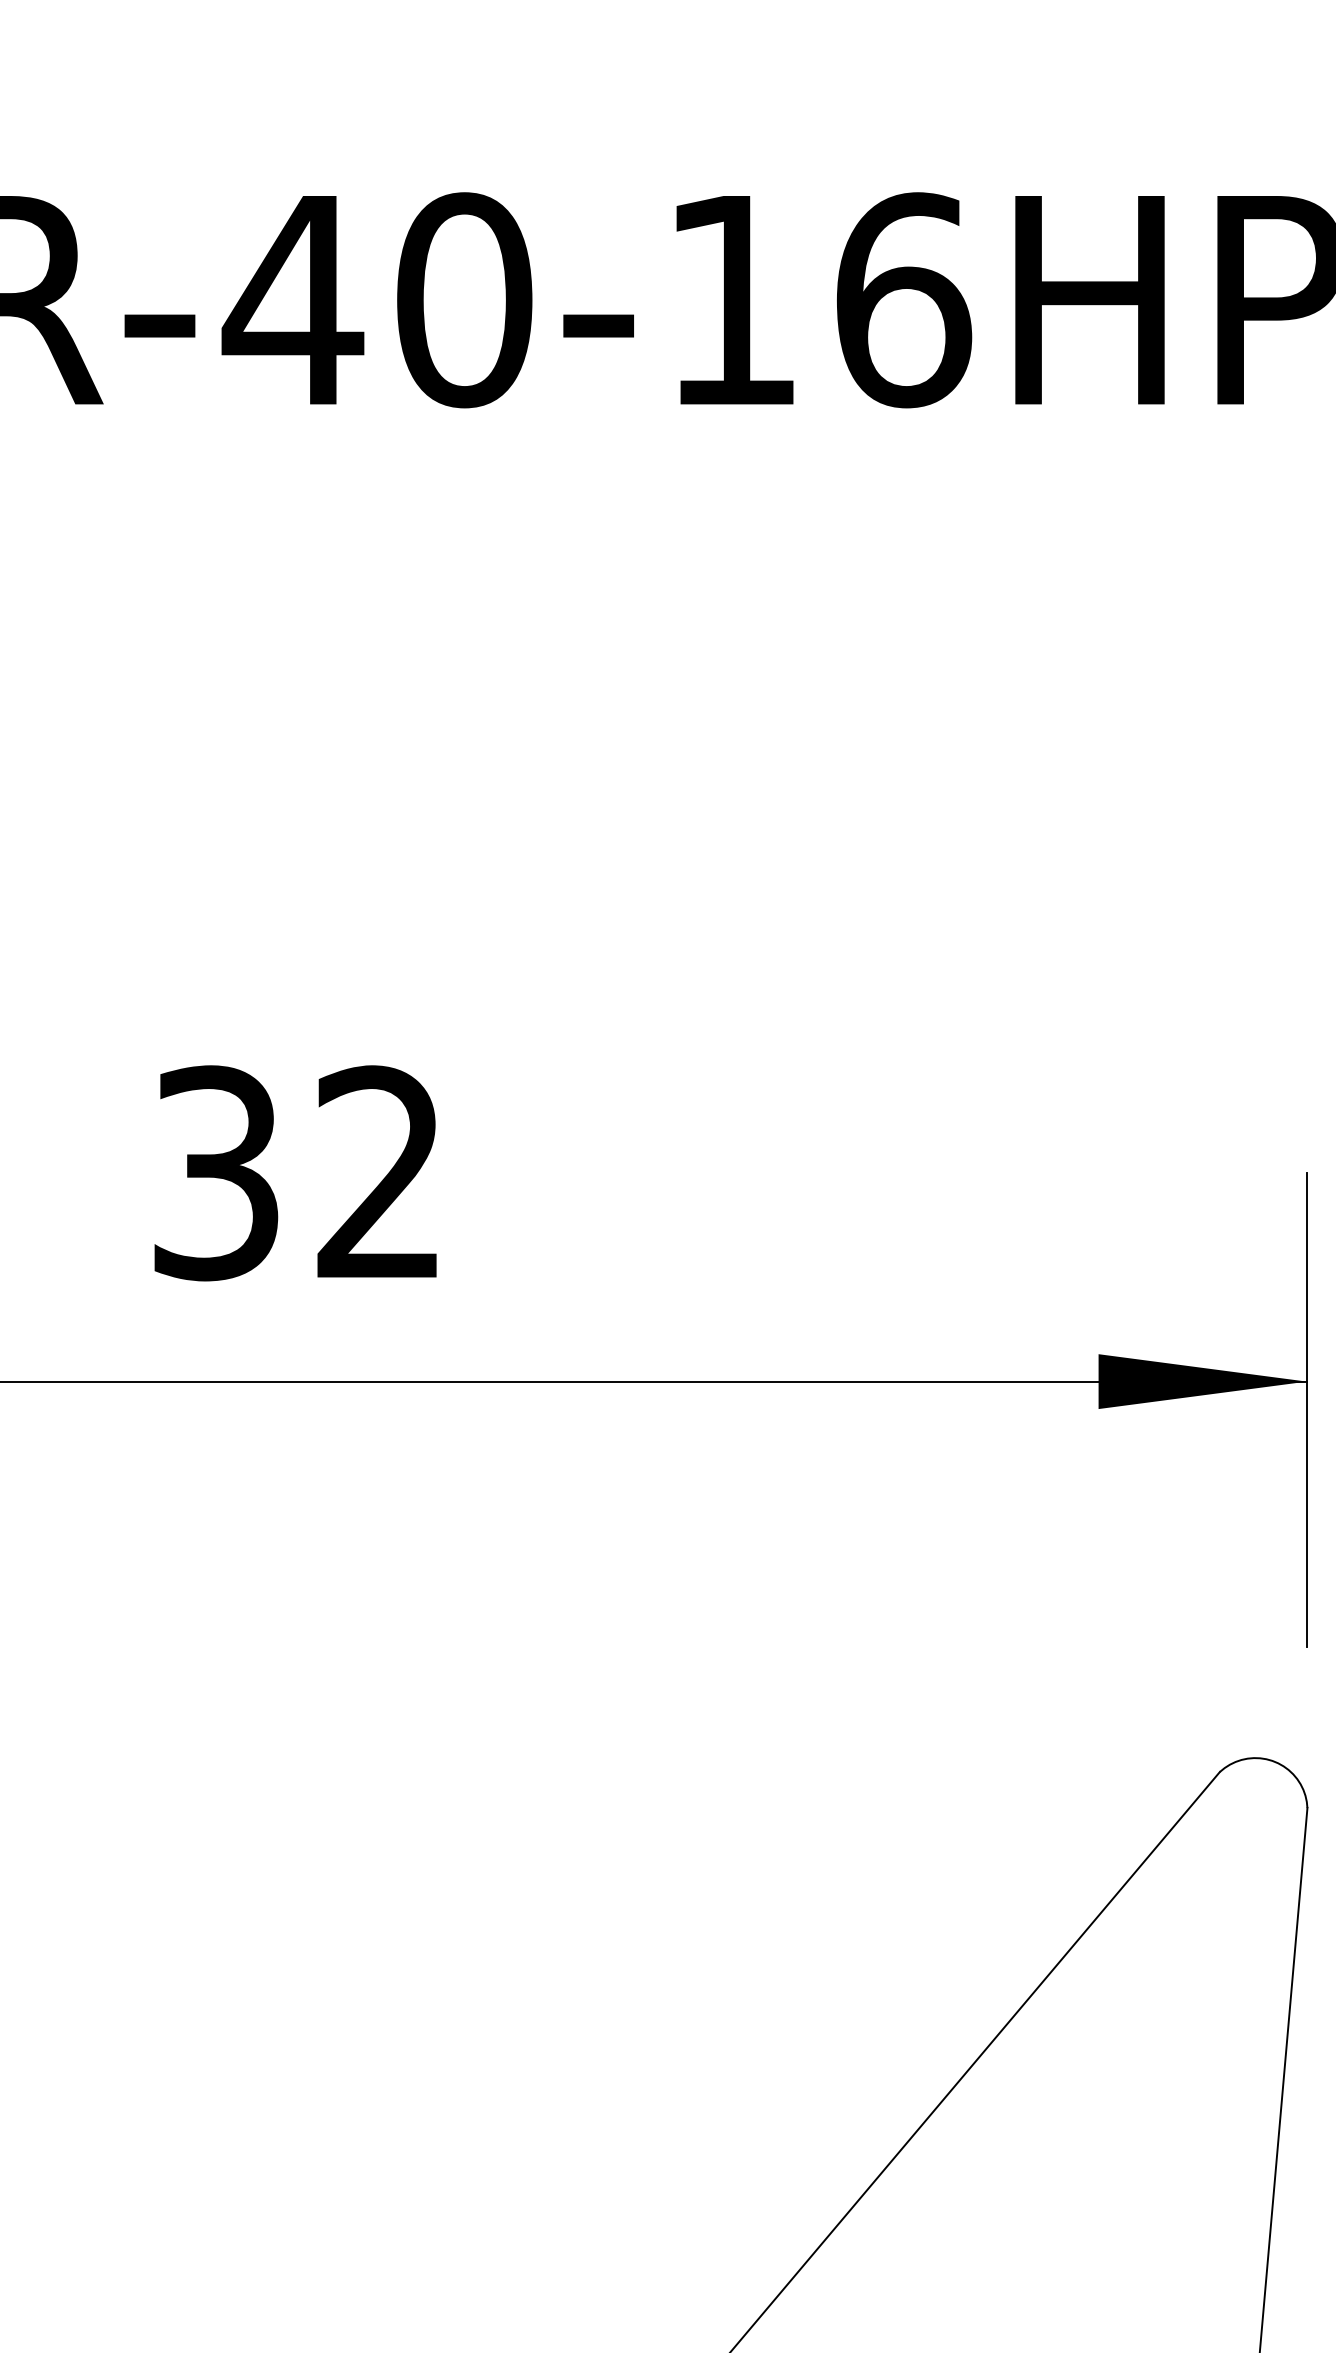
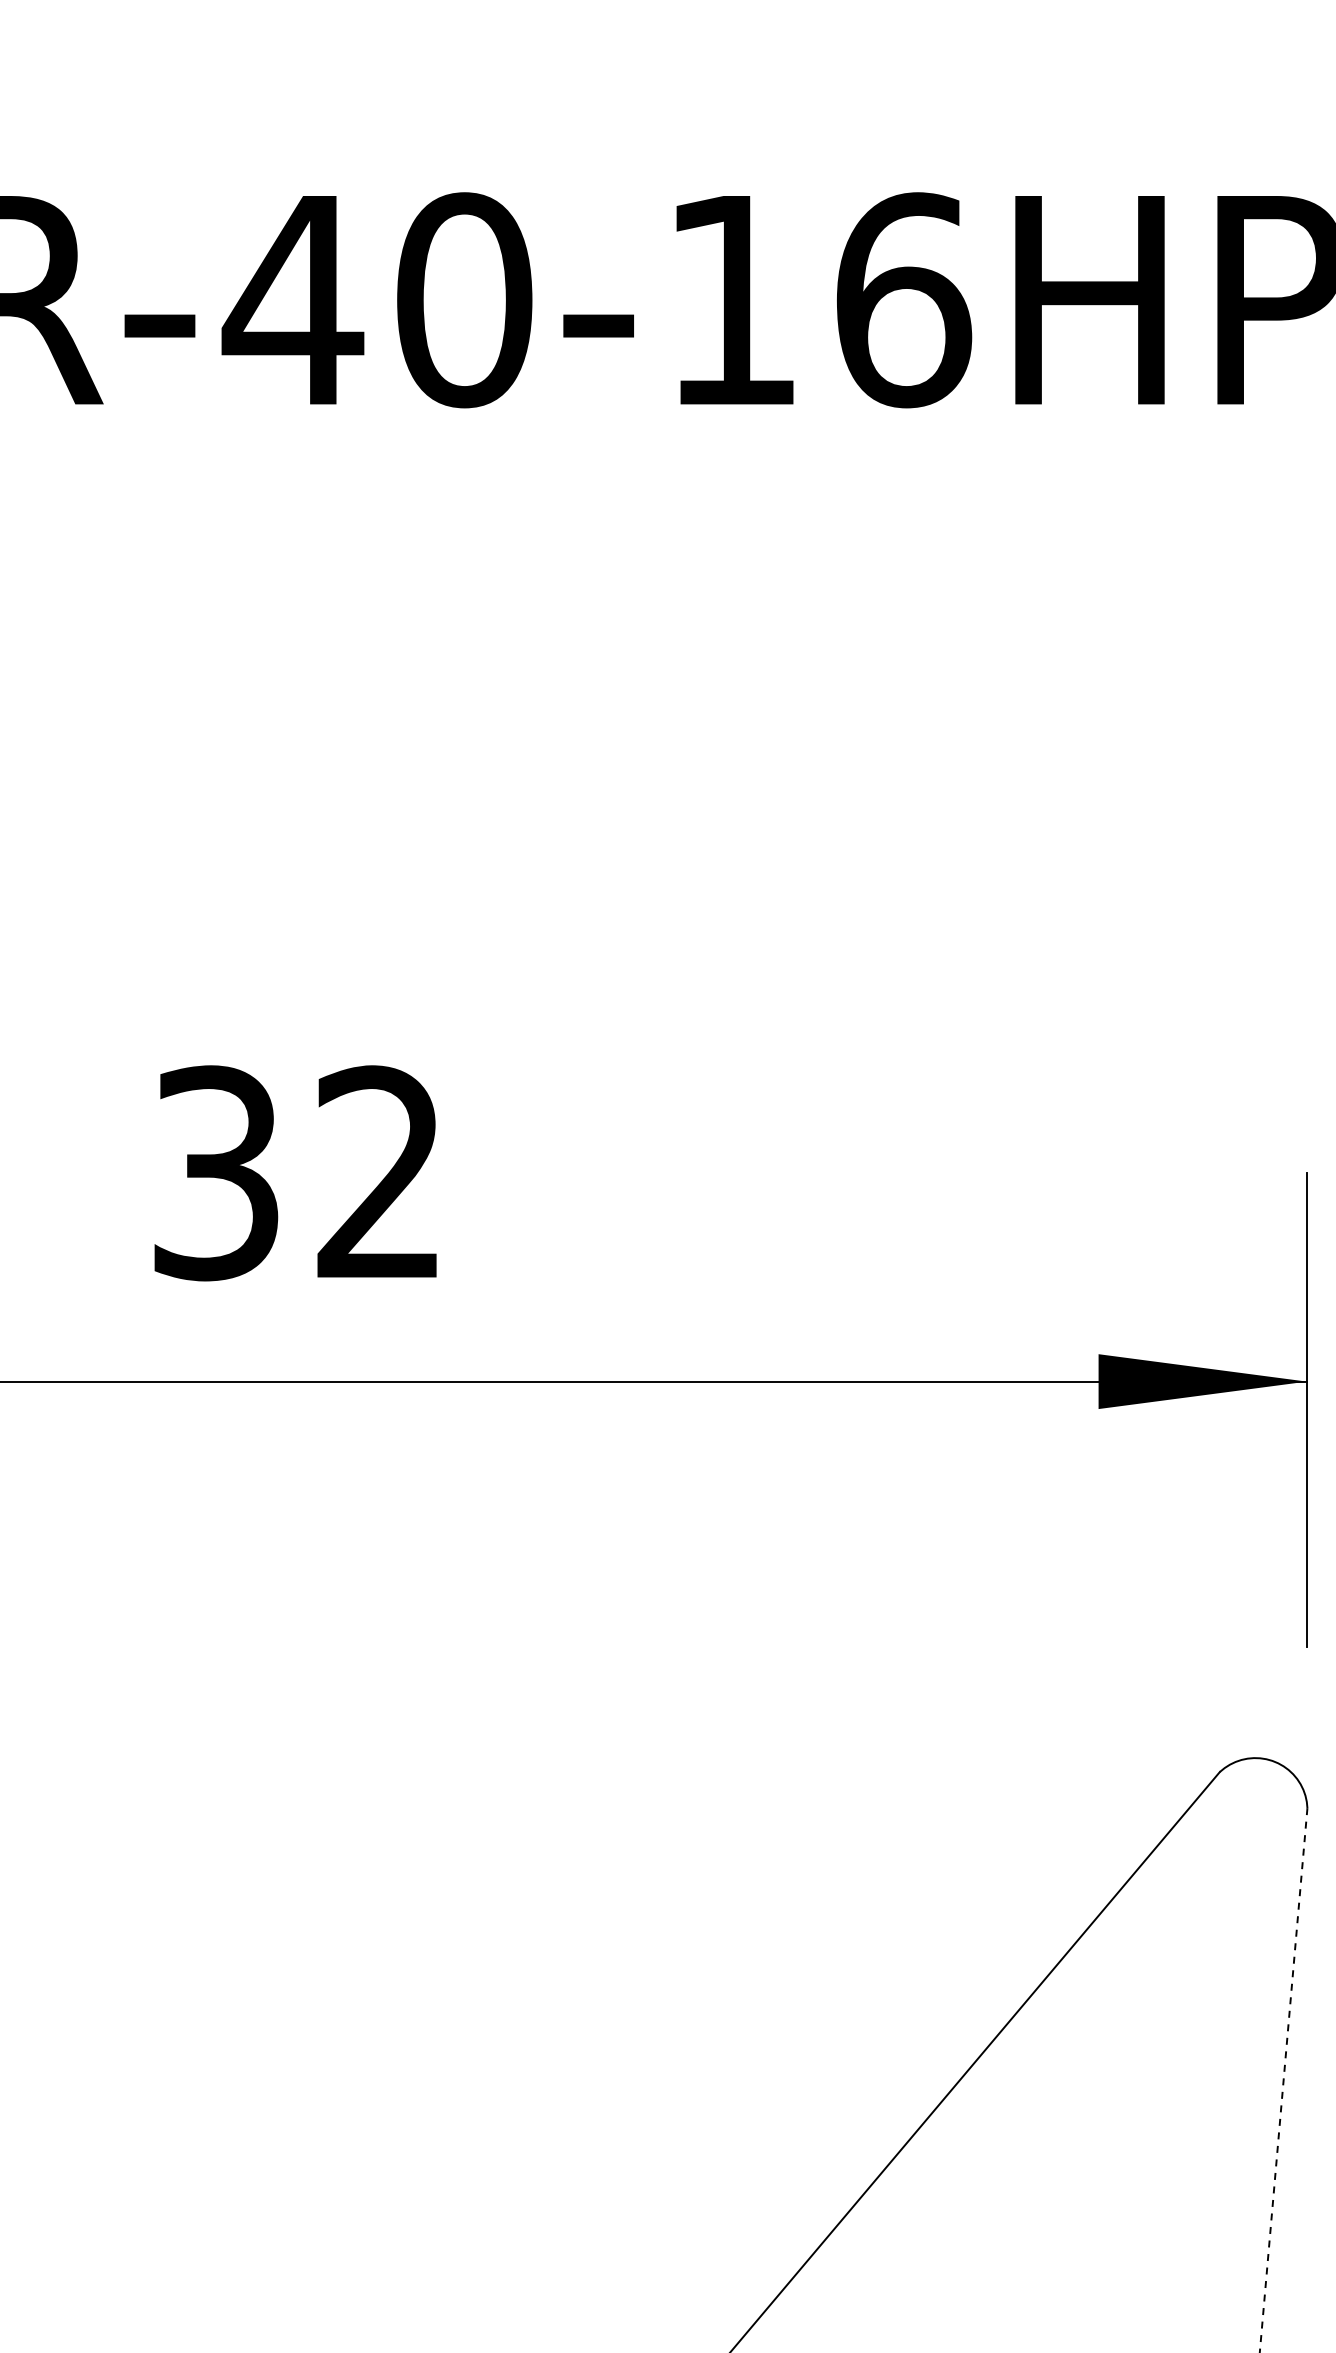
line at (1283, 2080): solid -> dashed
